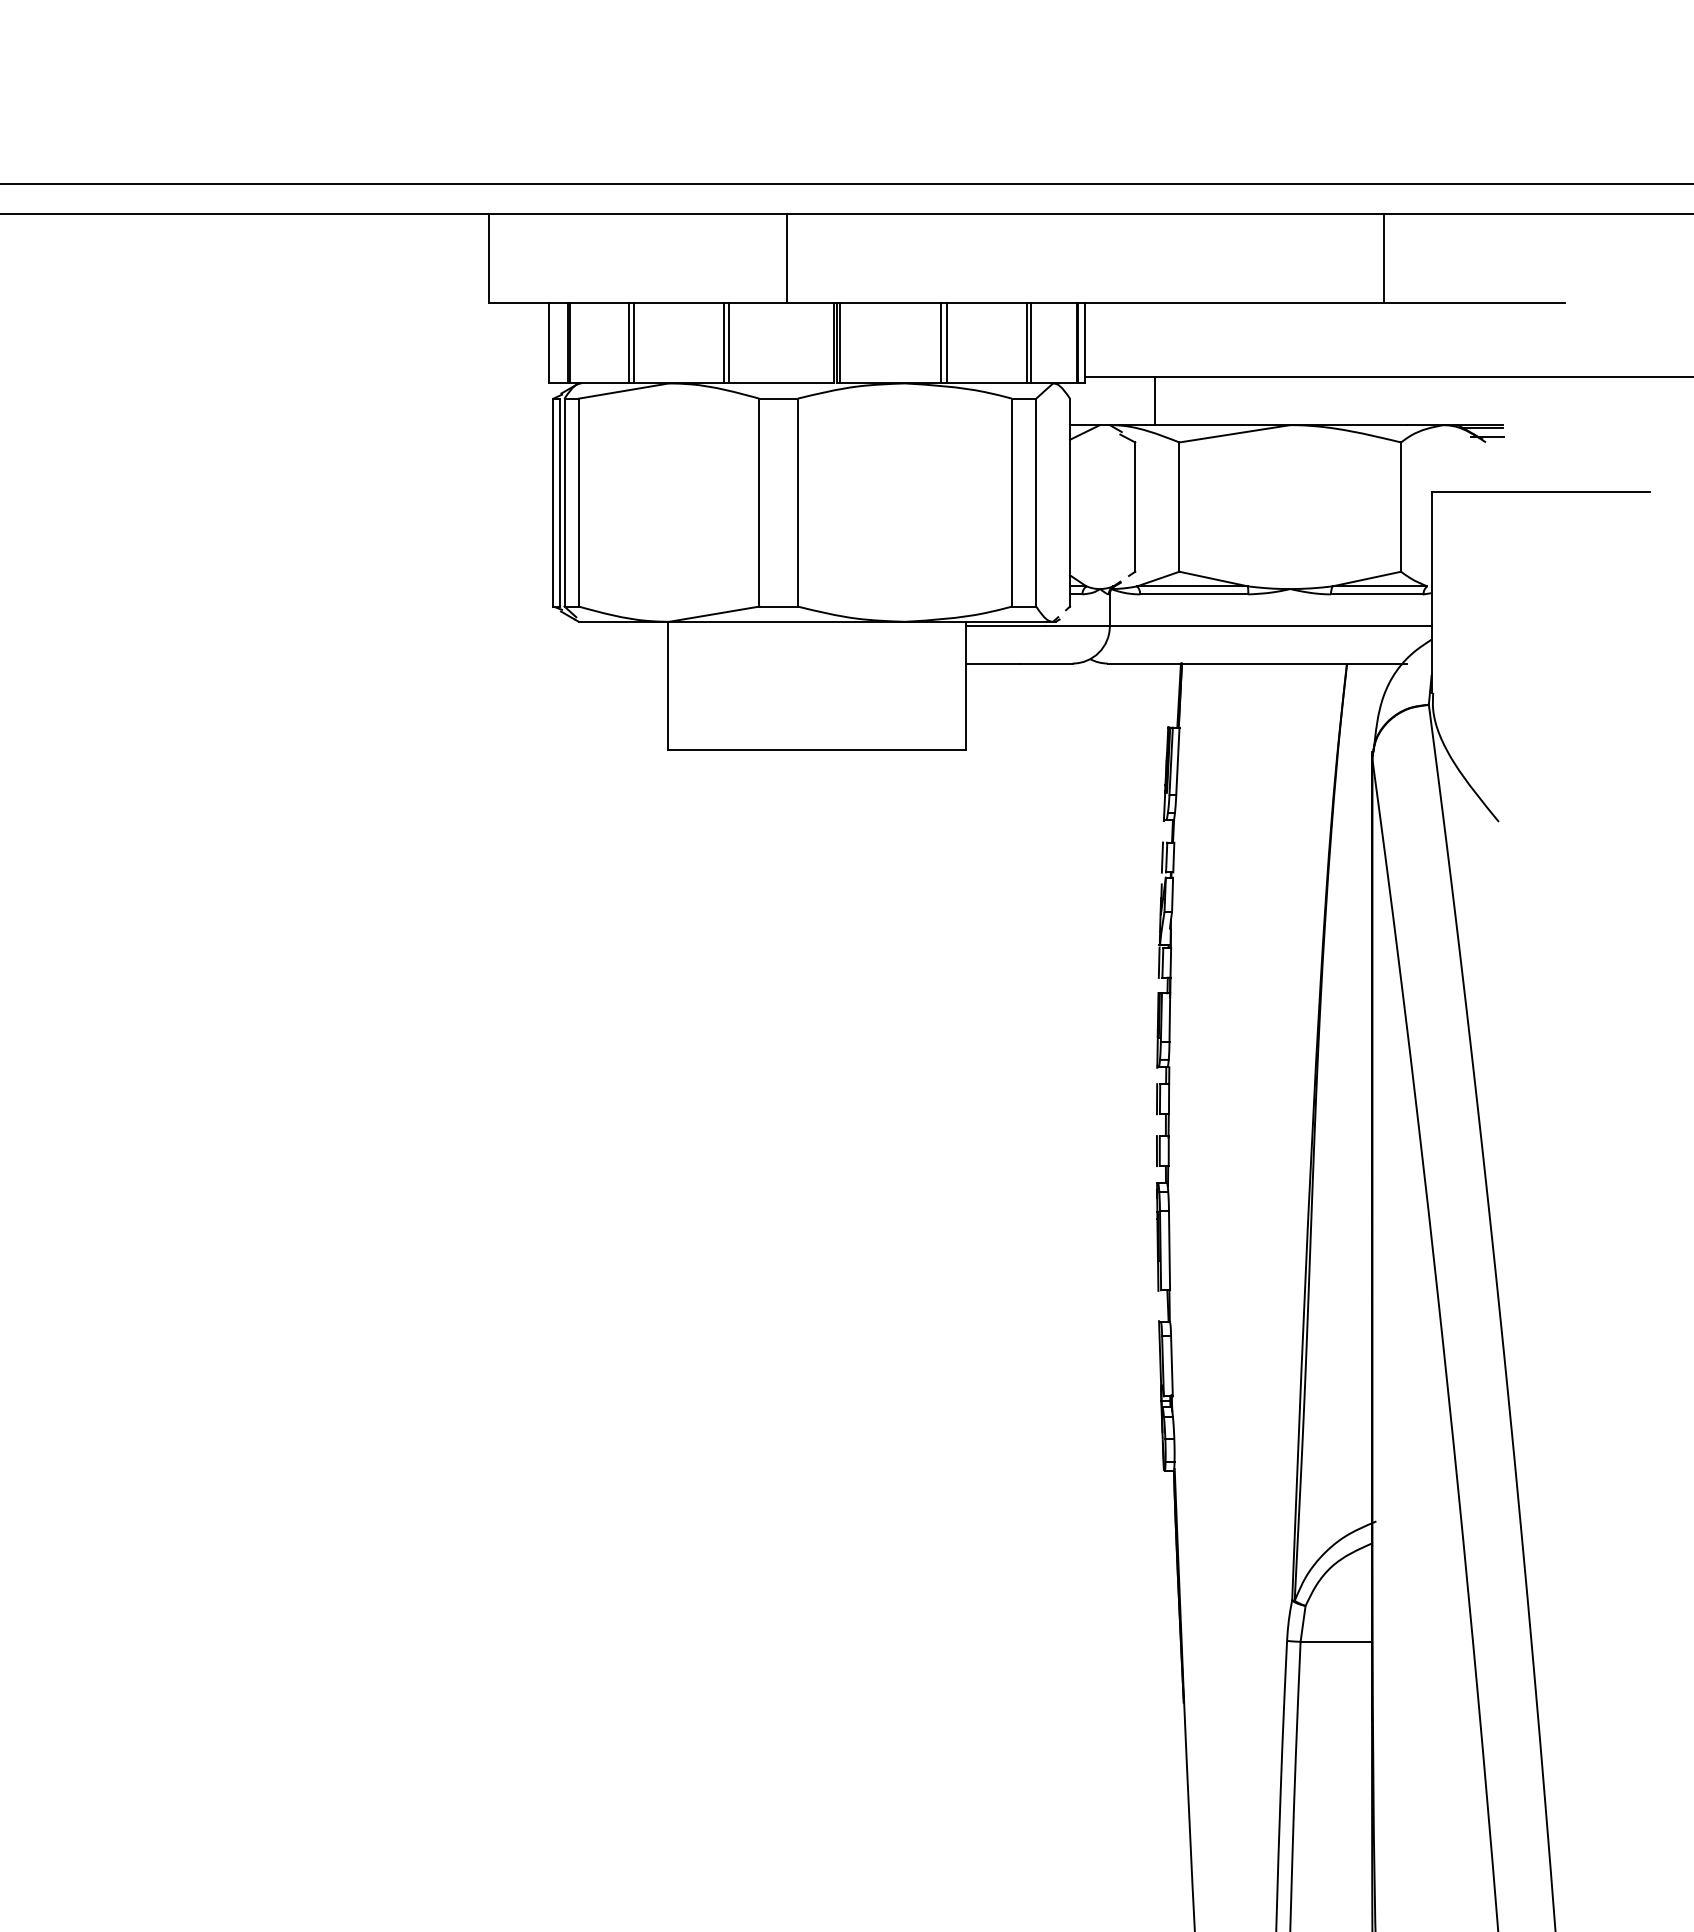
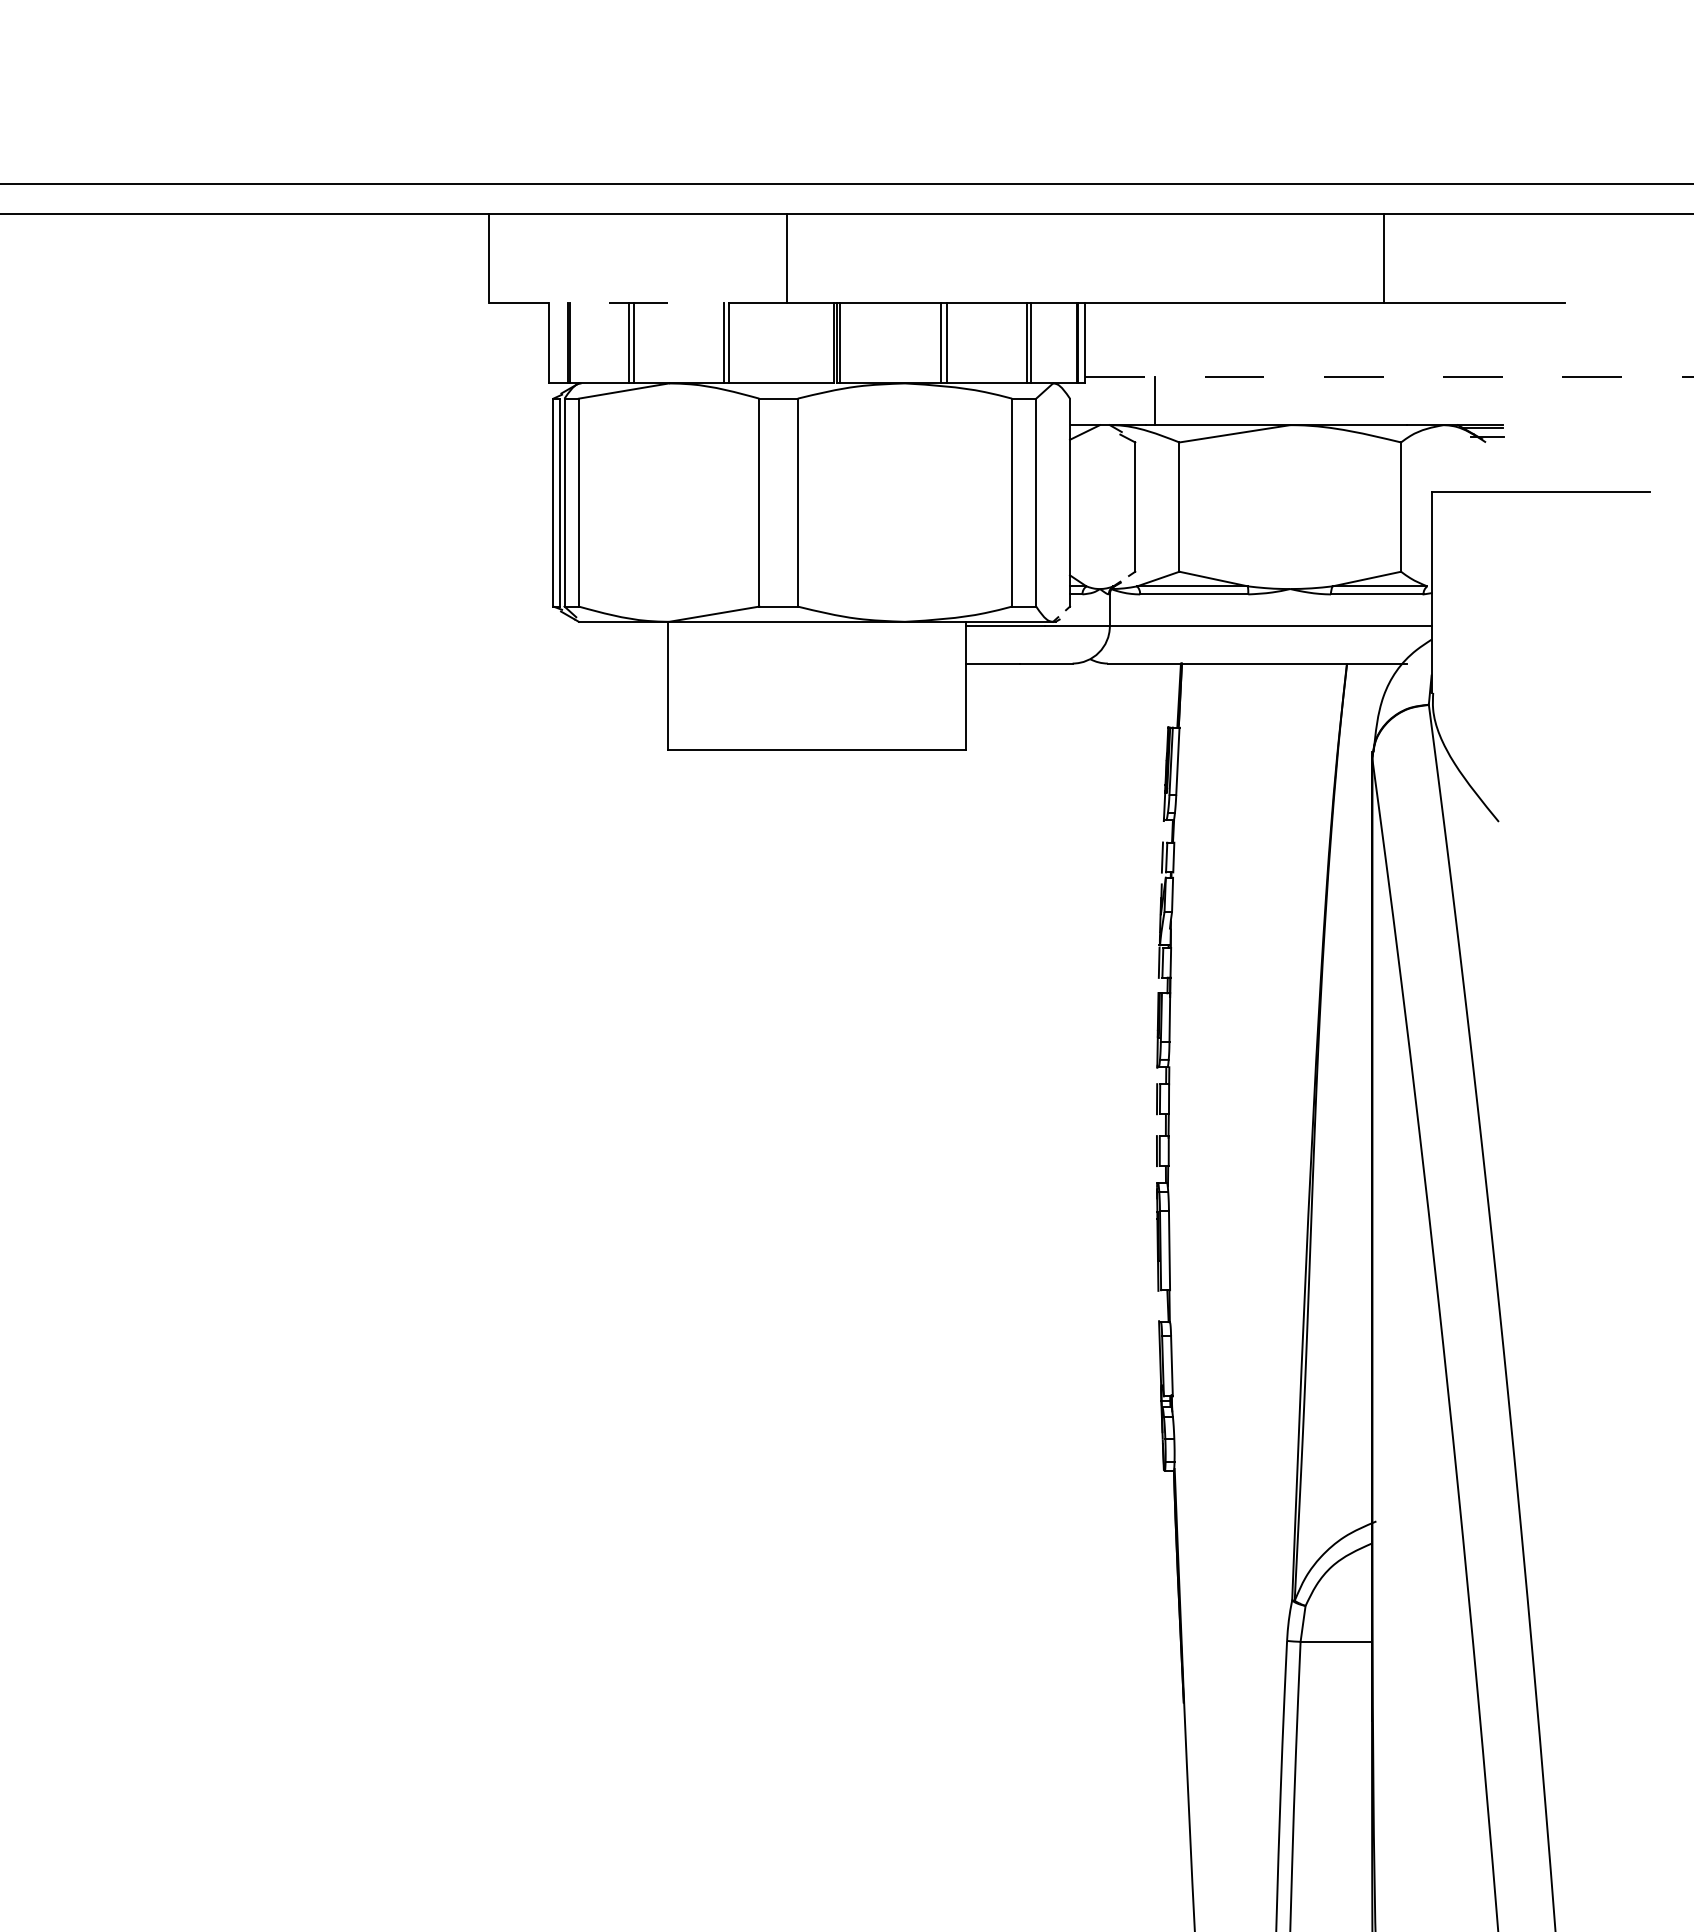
line at (637, 302): solid -> dashed
line at (1389, 377): solid -> dashed
